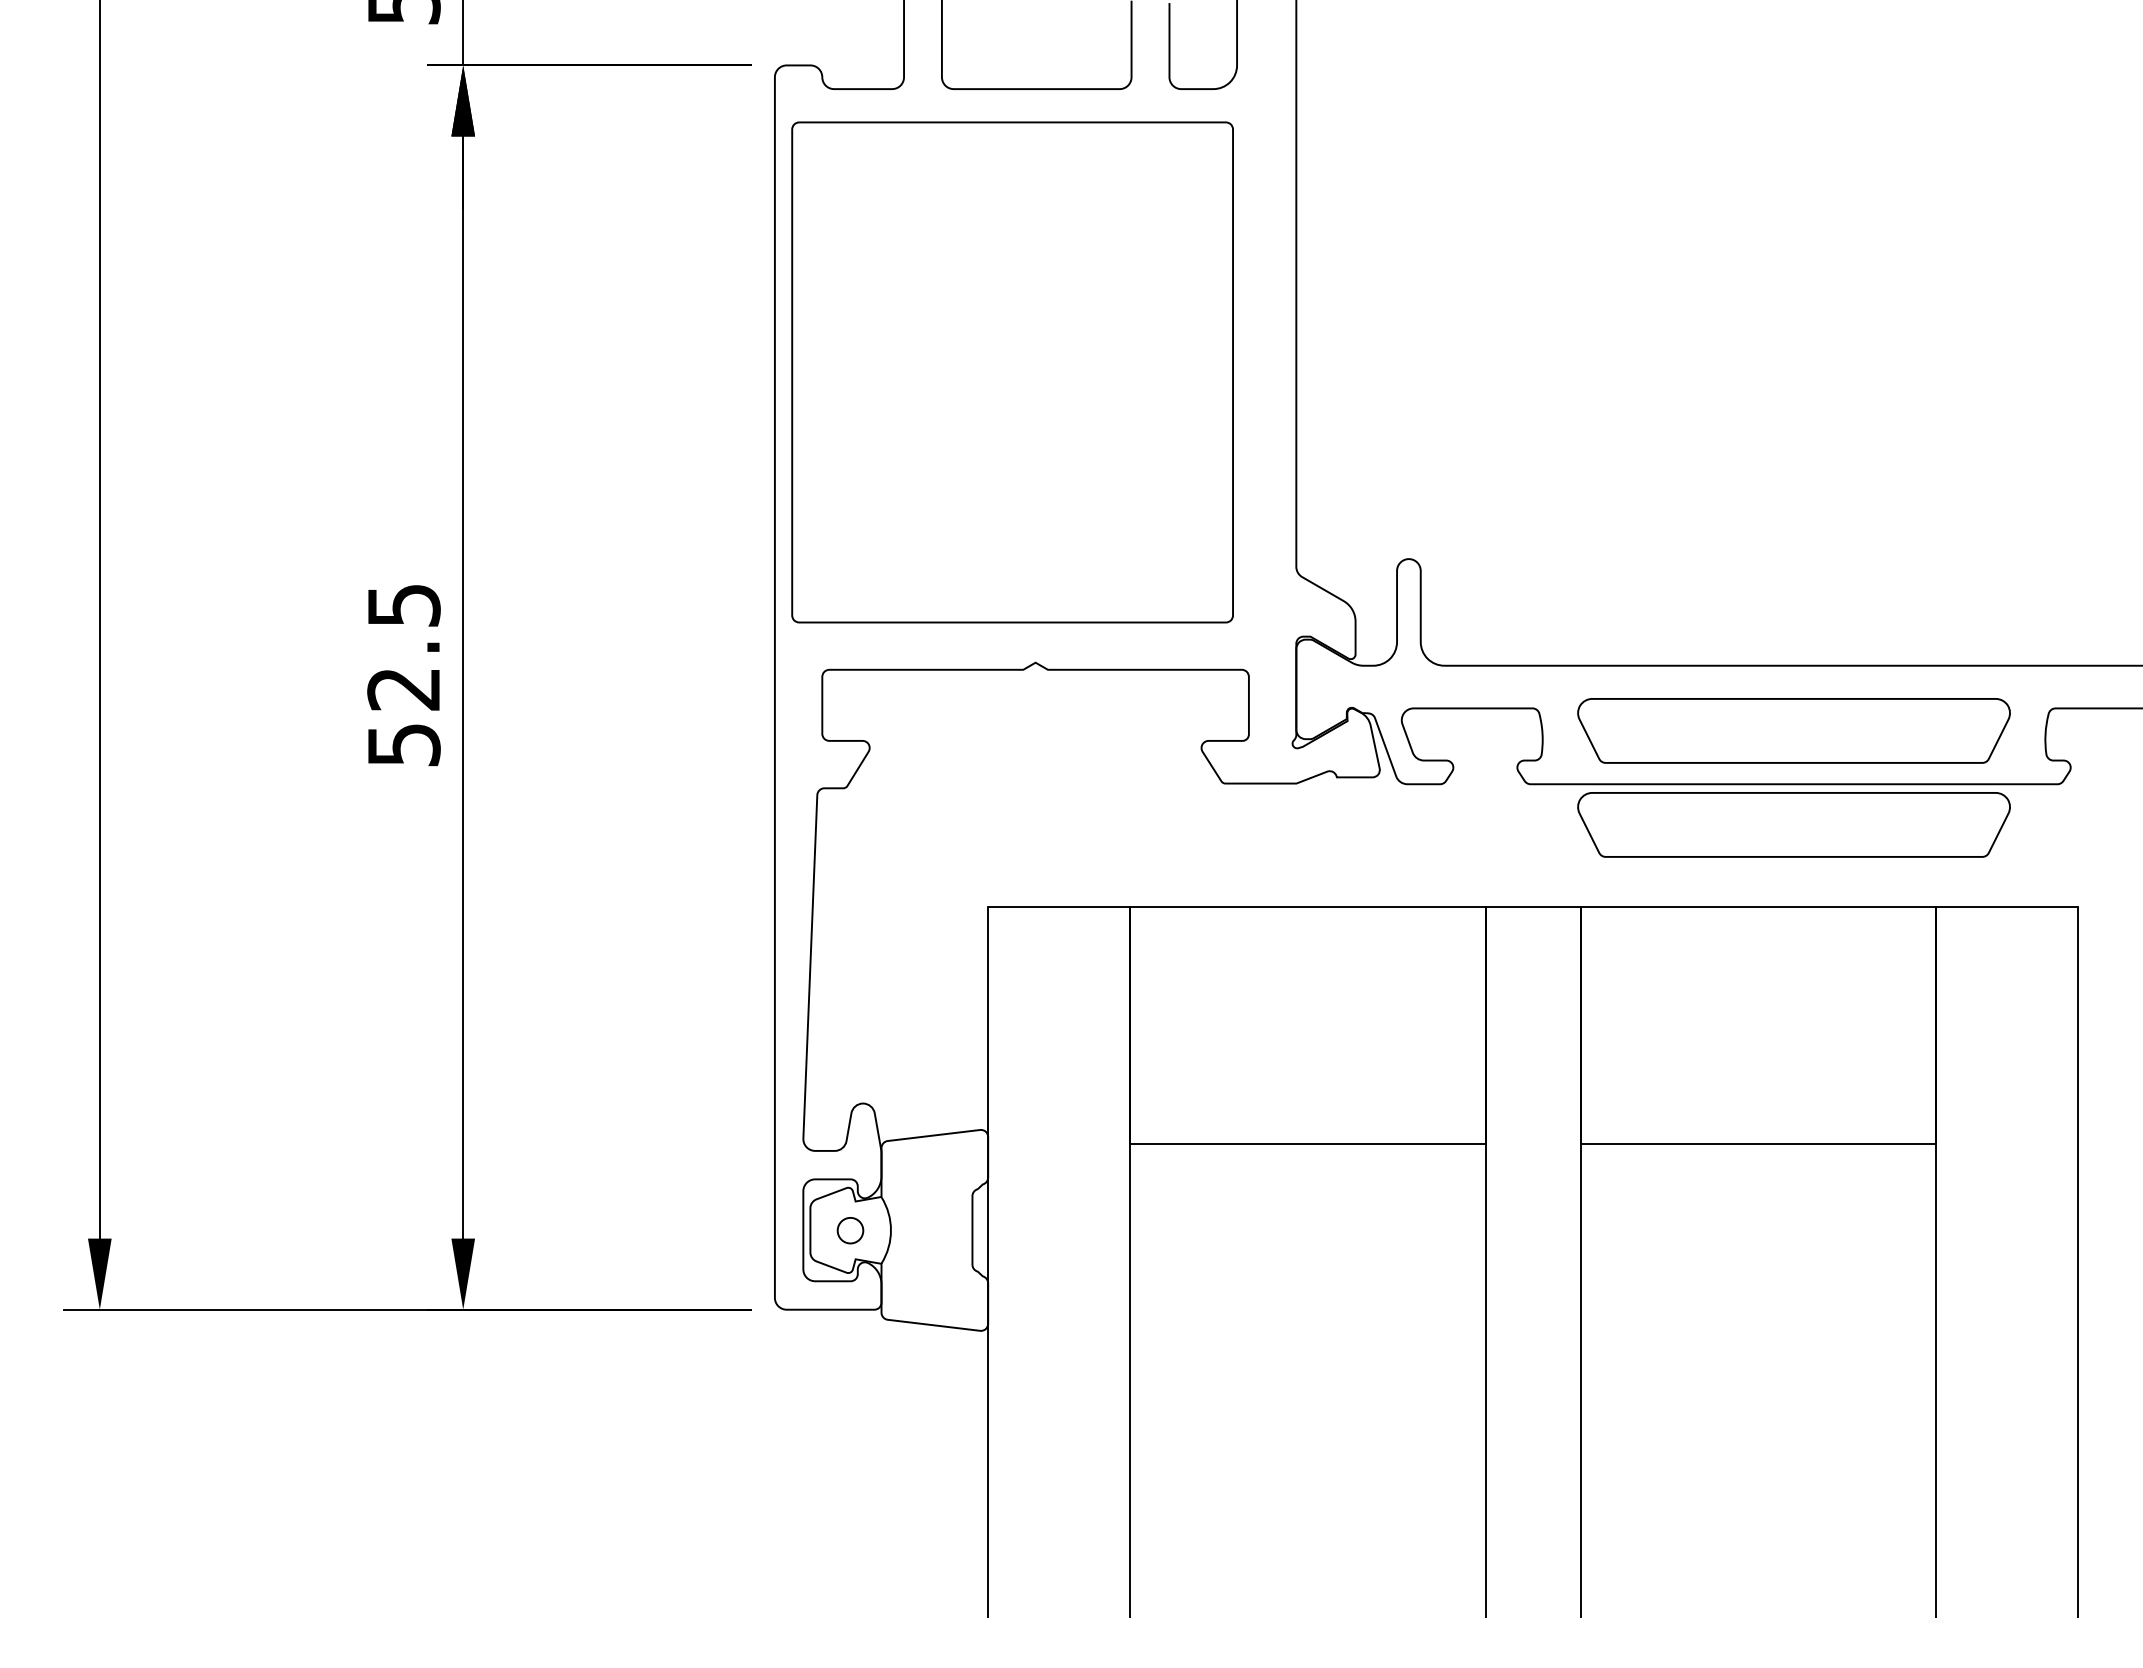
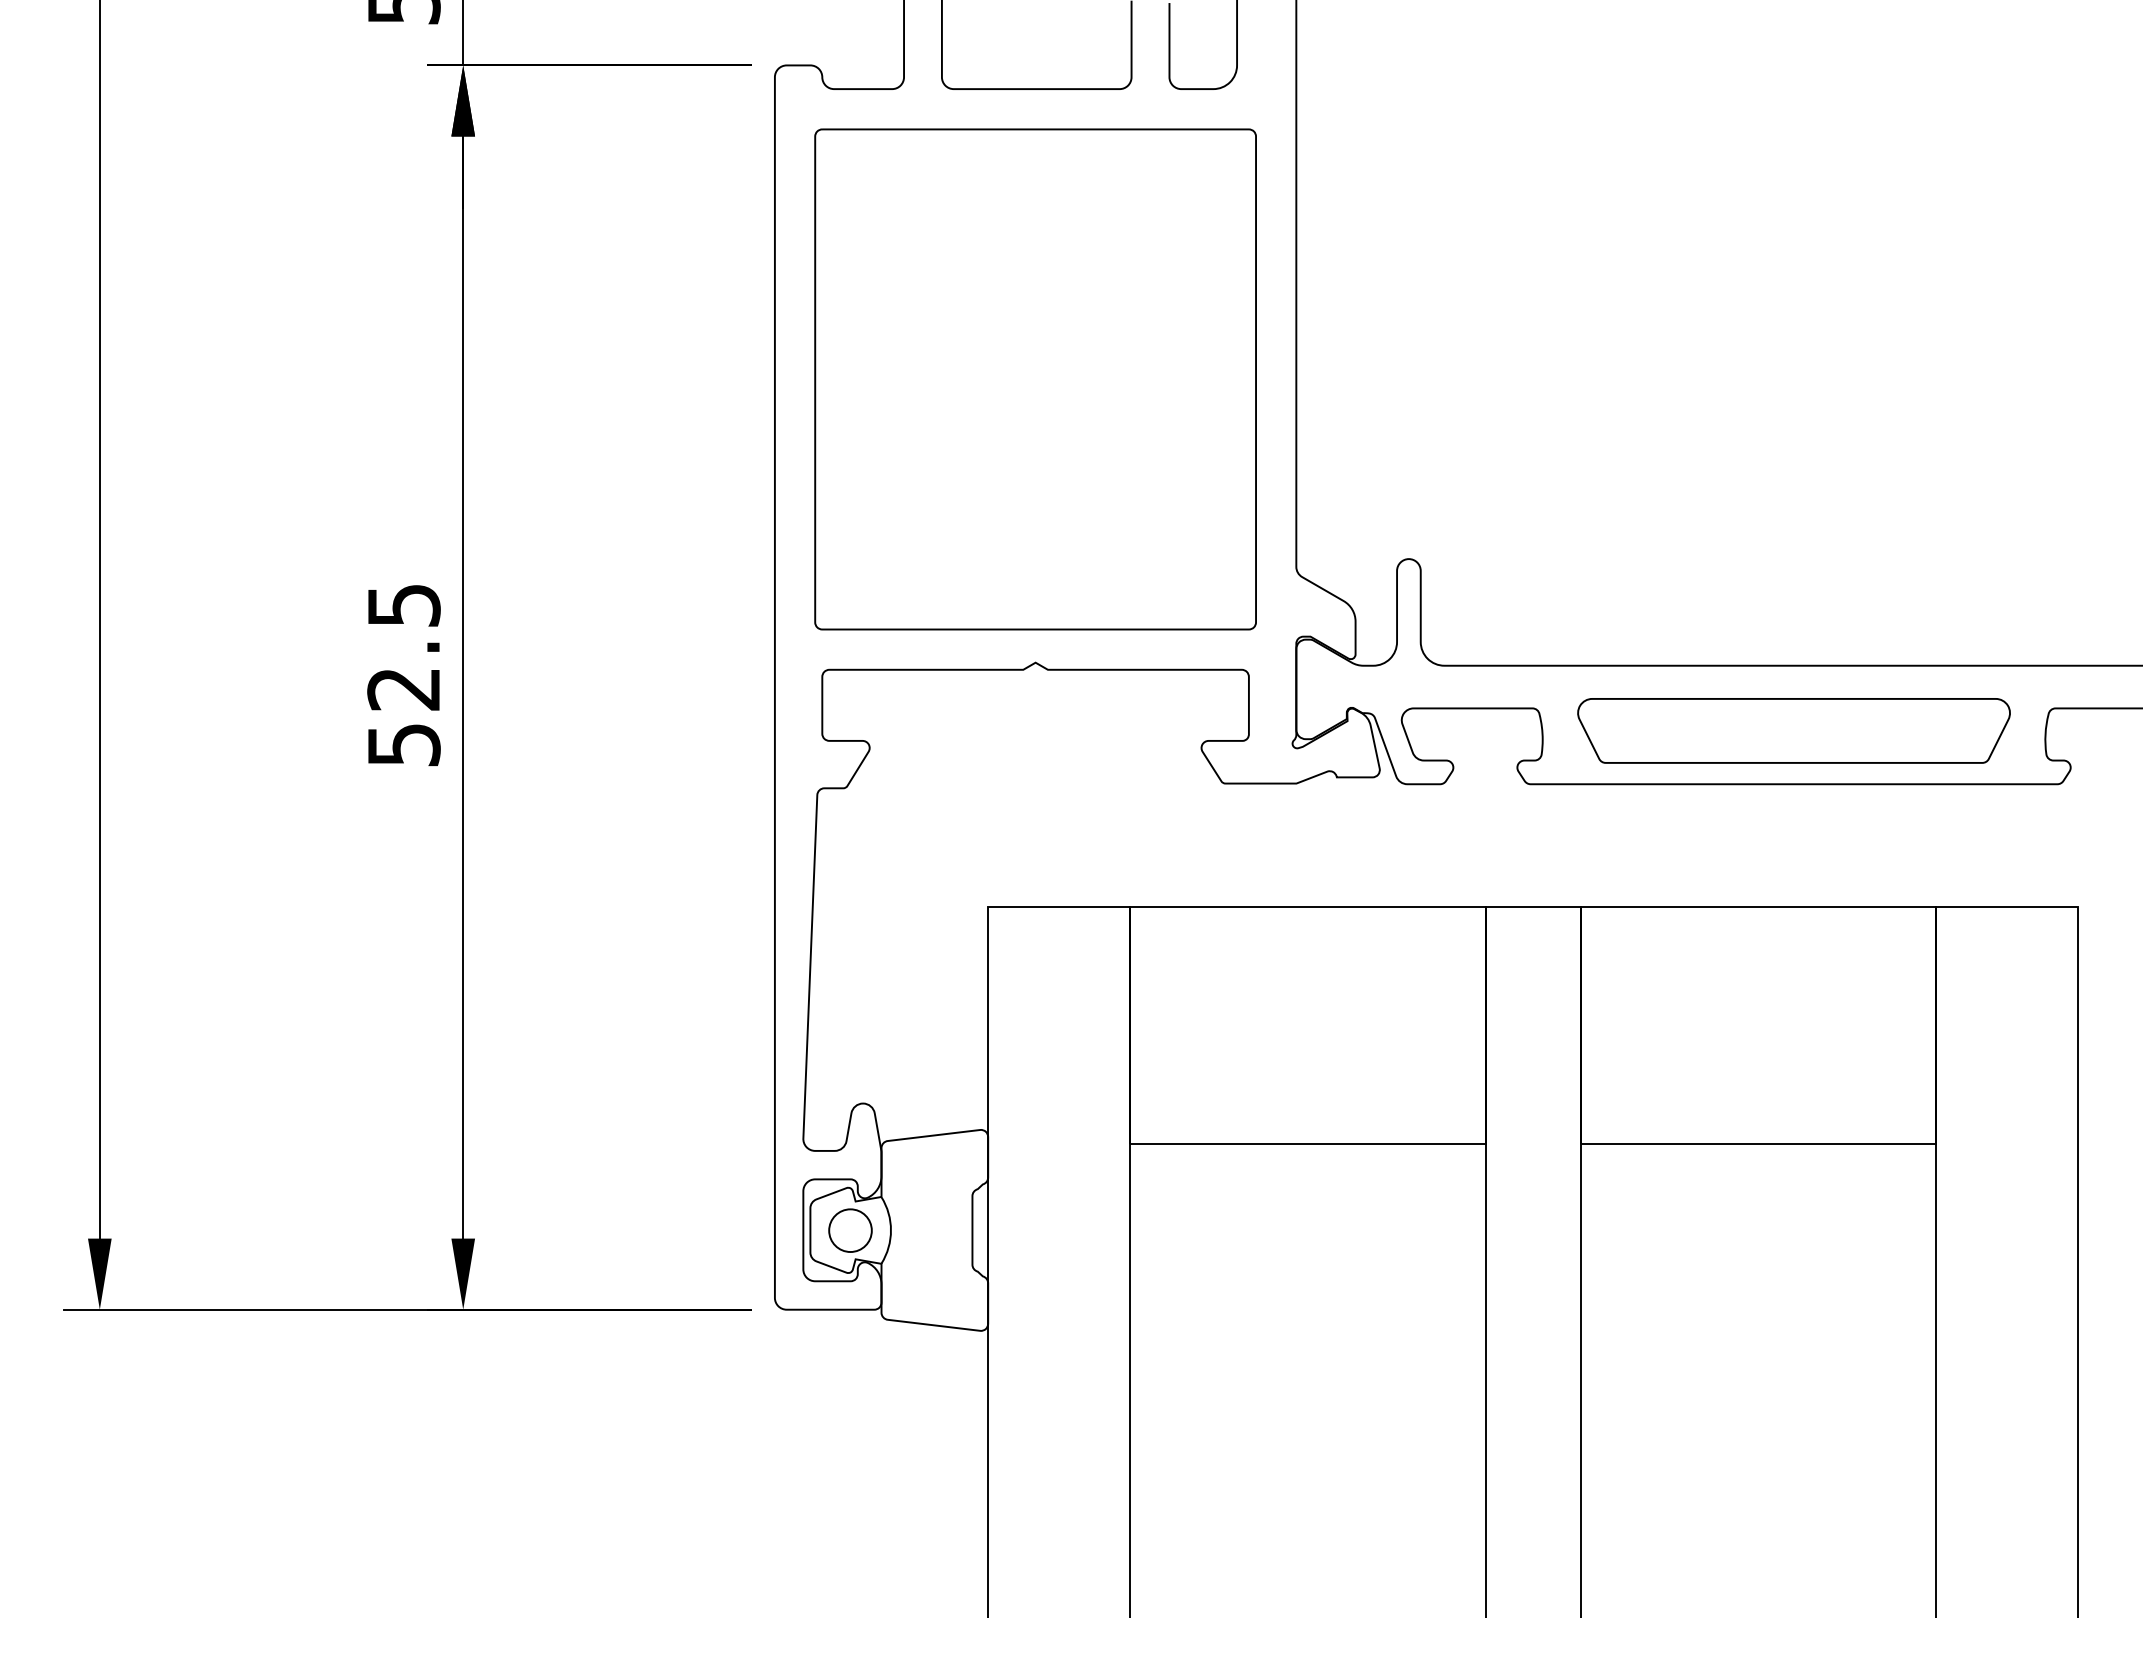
part at (1012, 372) position: (1012, 372) -> (1035, 379)
part at (1793, 824): present -> none
circle at (850, 1230) diameter: 26 px -> 43 px
